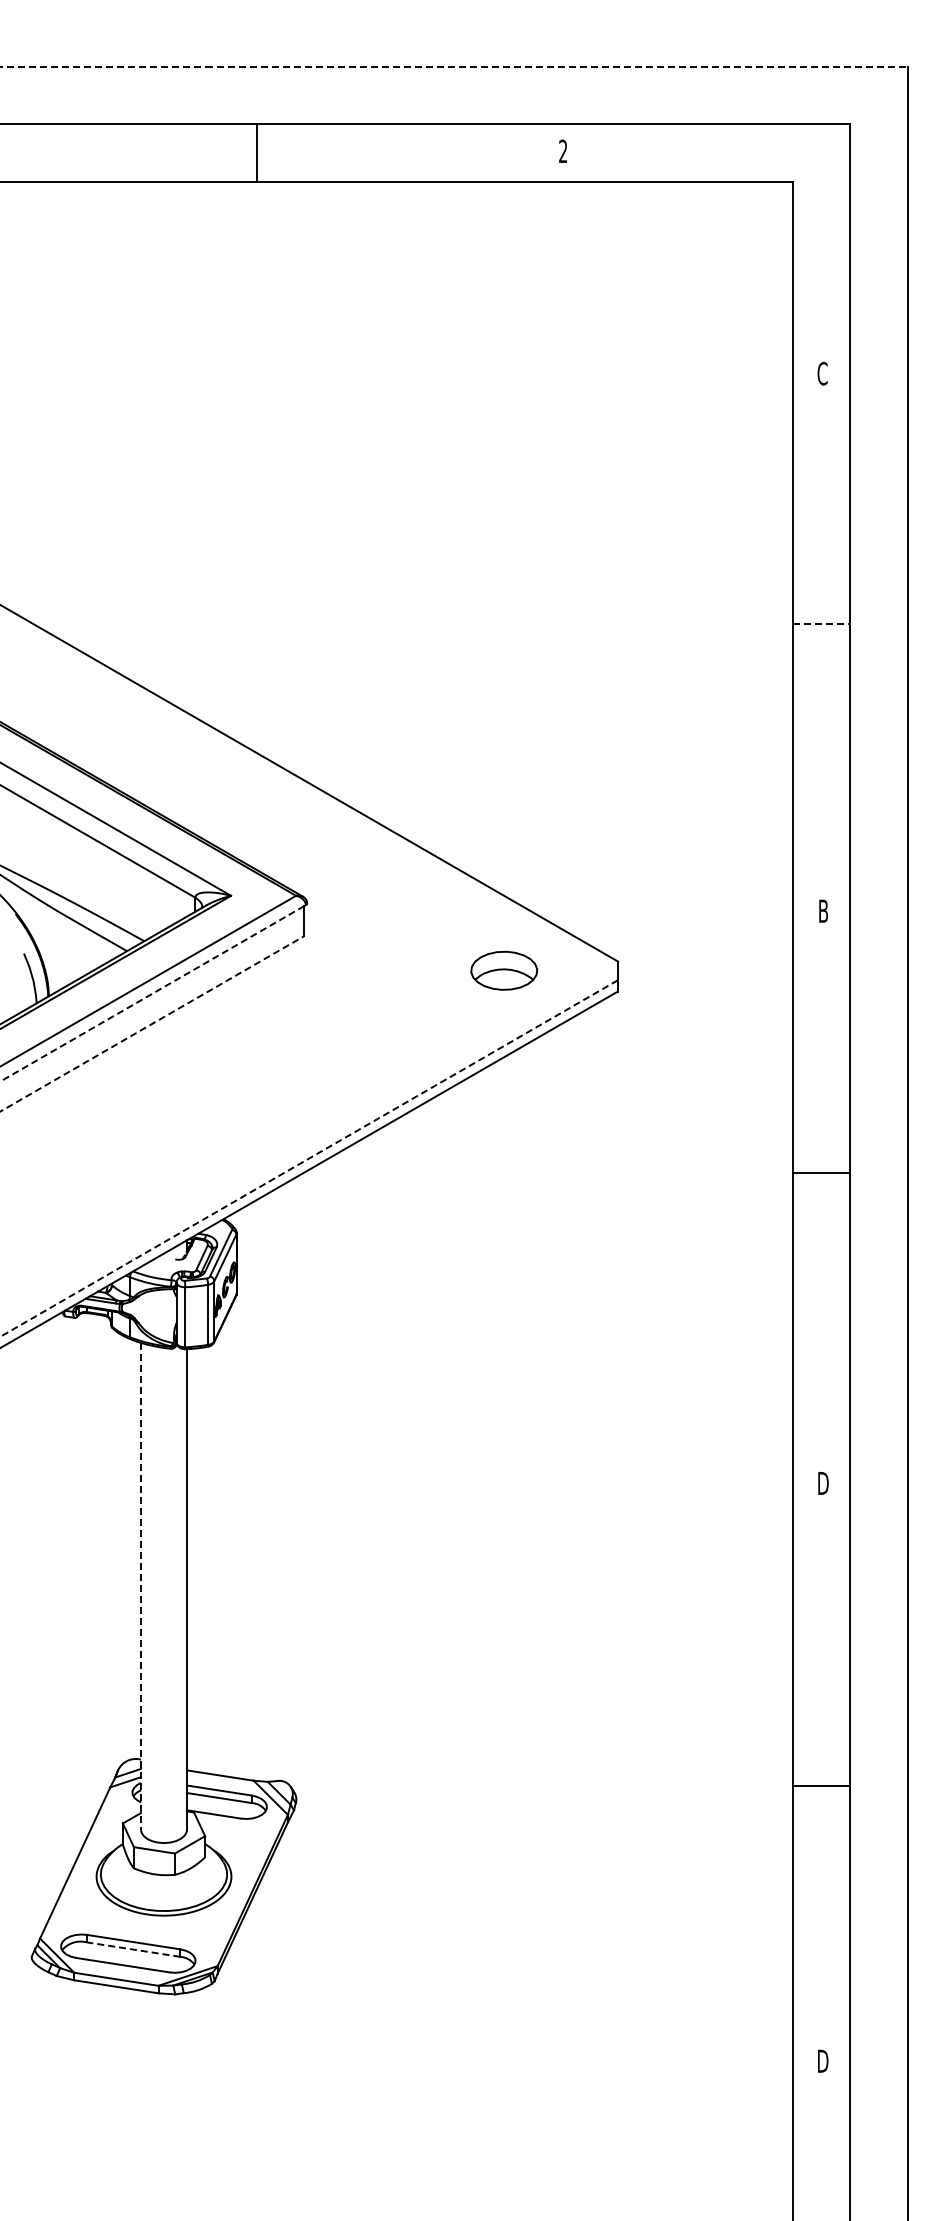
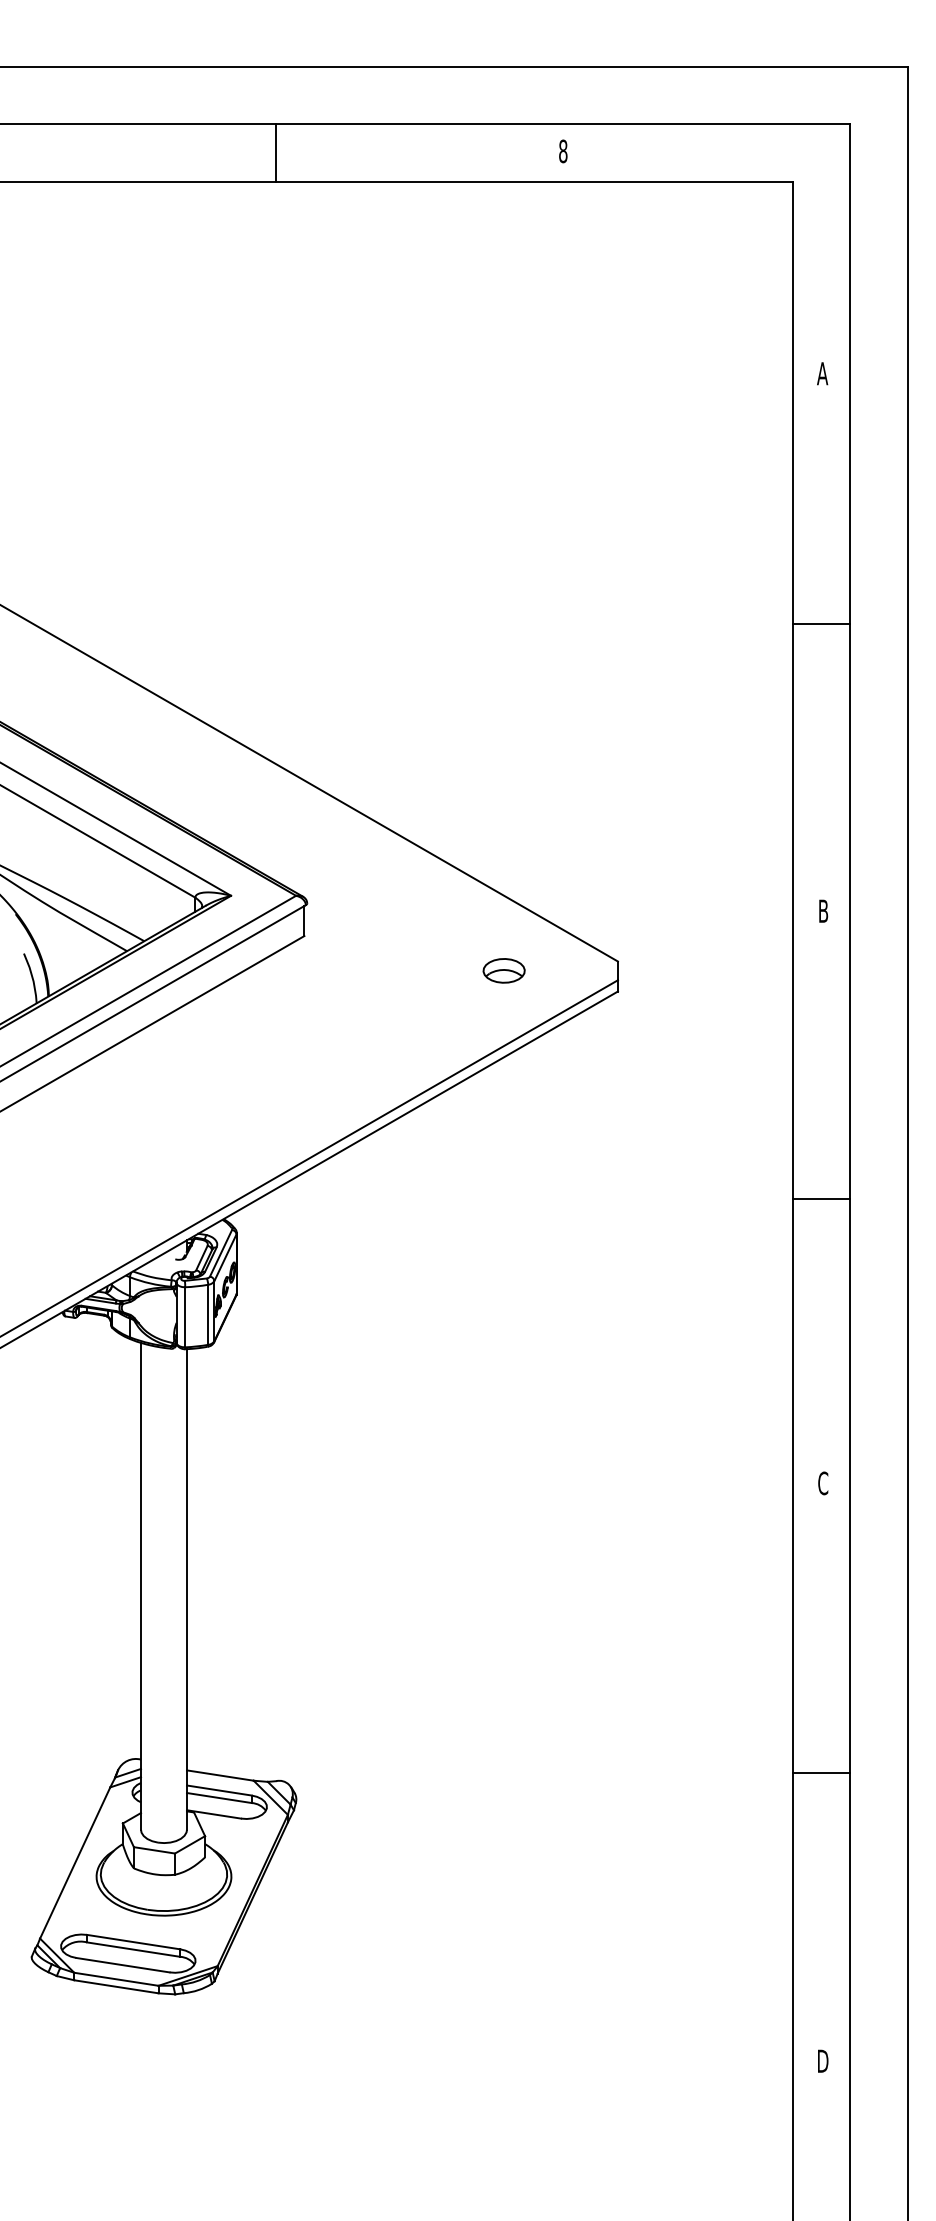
line at (454, 66): dashed -> solid
text at (563, 151): 2 -> 8
line at (256, 152) position: (256, 152) -> (275, 152)
text at (822, 373): C -> A
line at (821, 624): dashed -> solid
part at (504, 970) size: 69x41 px -> 44x26 px
line at (152, 994): dashed -> solid
line at (152, 1023): dashed -> solid
line at (308, 1158): dashed -> solid
line at (821, 1172) position: (821, 1172) -> (821, 1198)
text at (823, 1483): D -> C
line at (141, 1586): dashed -> solid
line at (821, 1786) position: (821, 1786) -> (821, 1773)
line at (133, 1949): dashed -> solid
